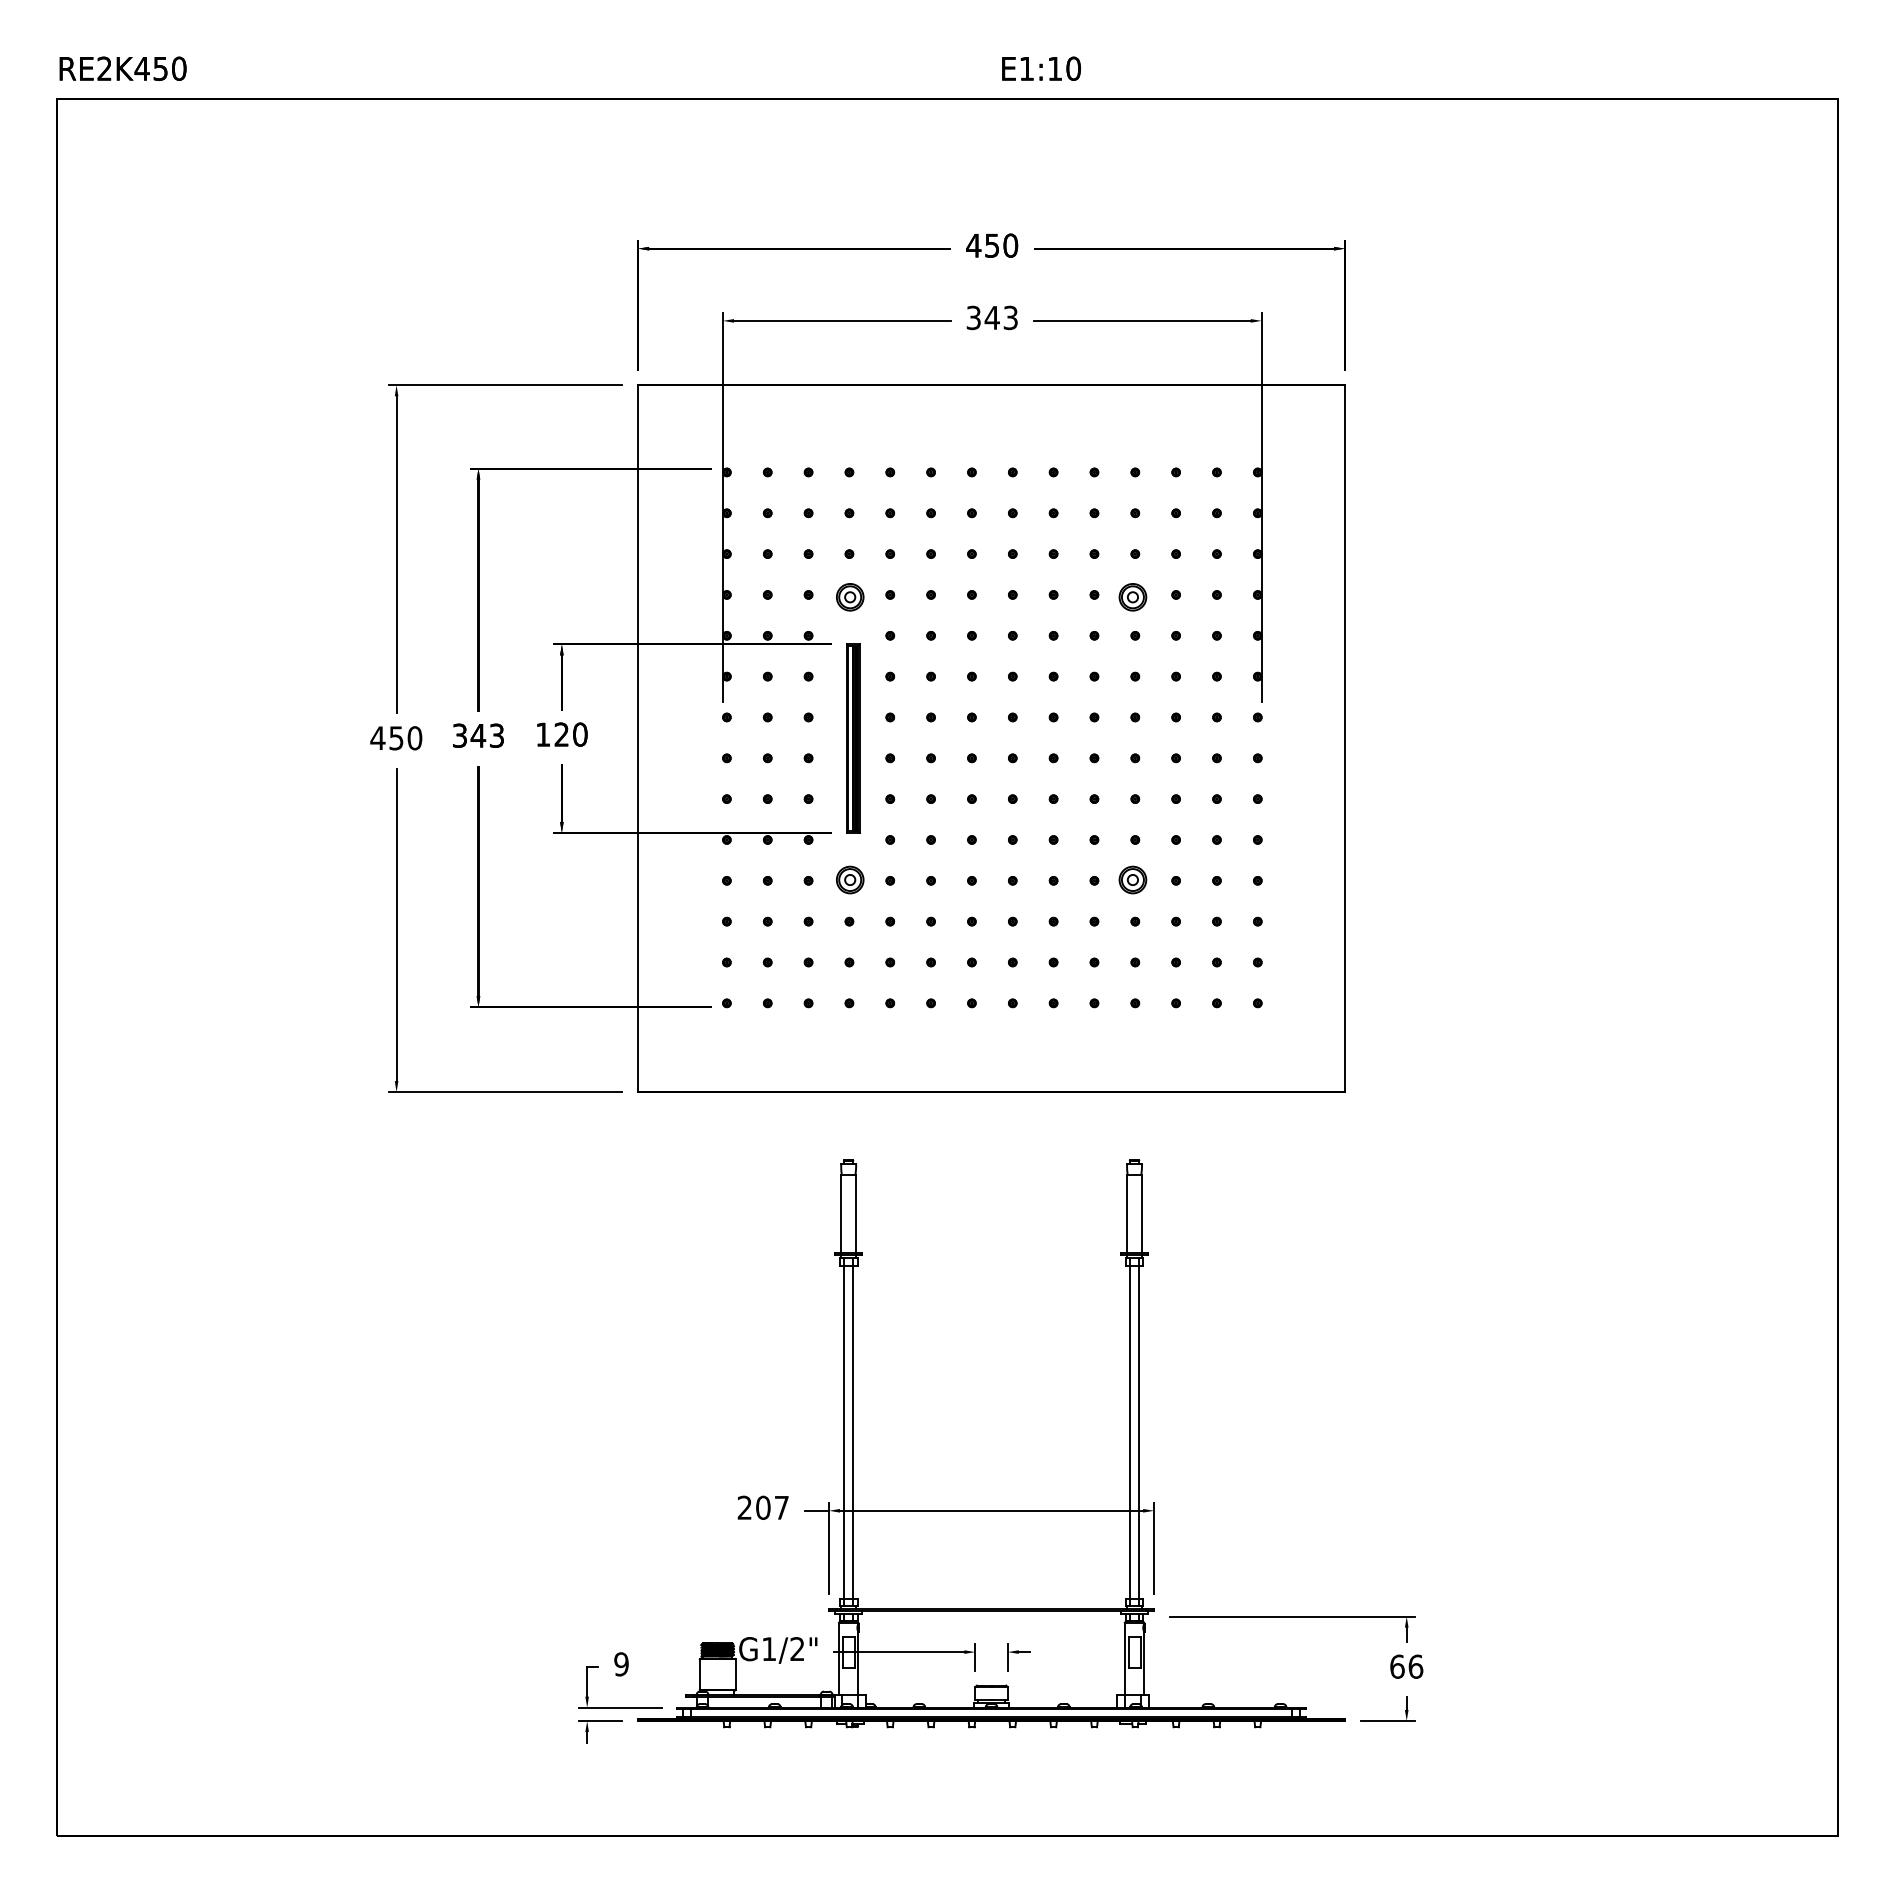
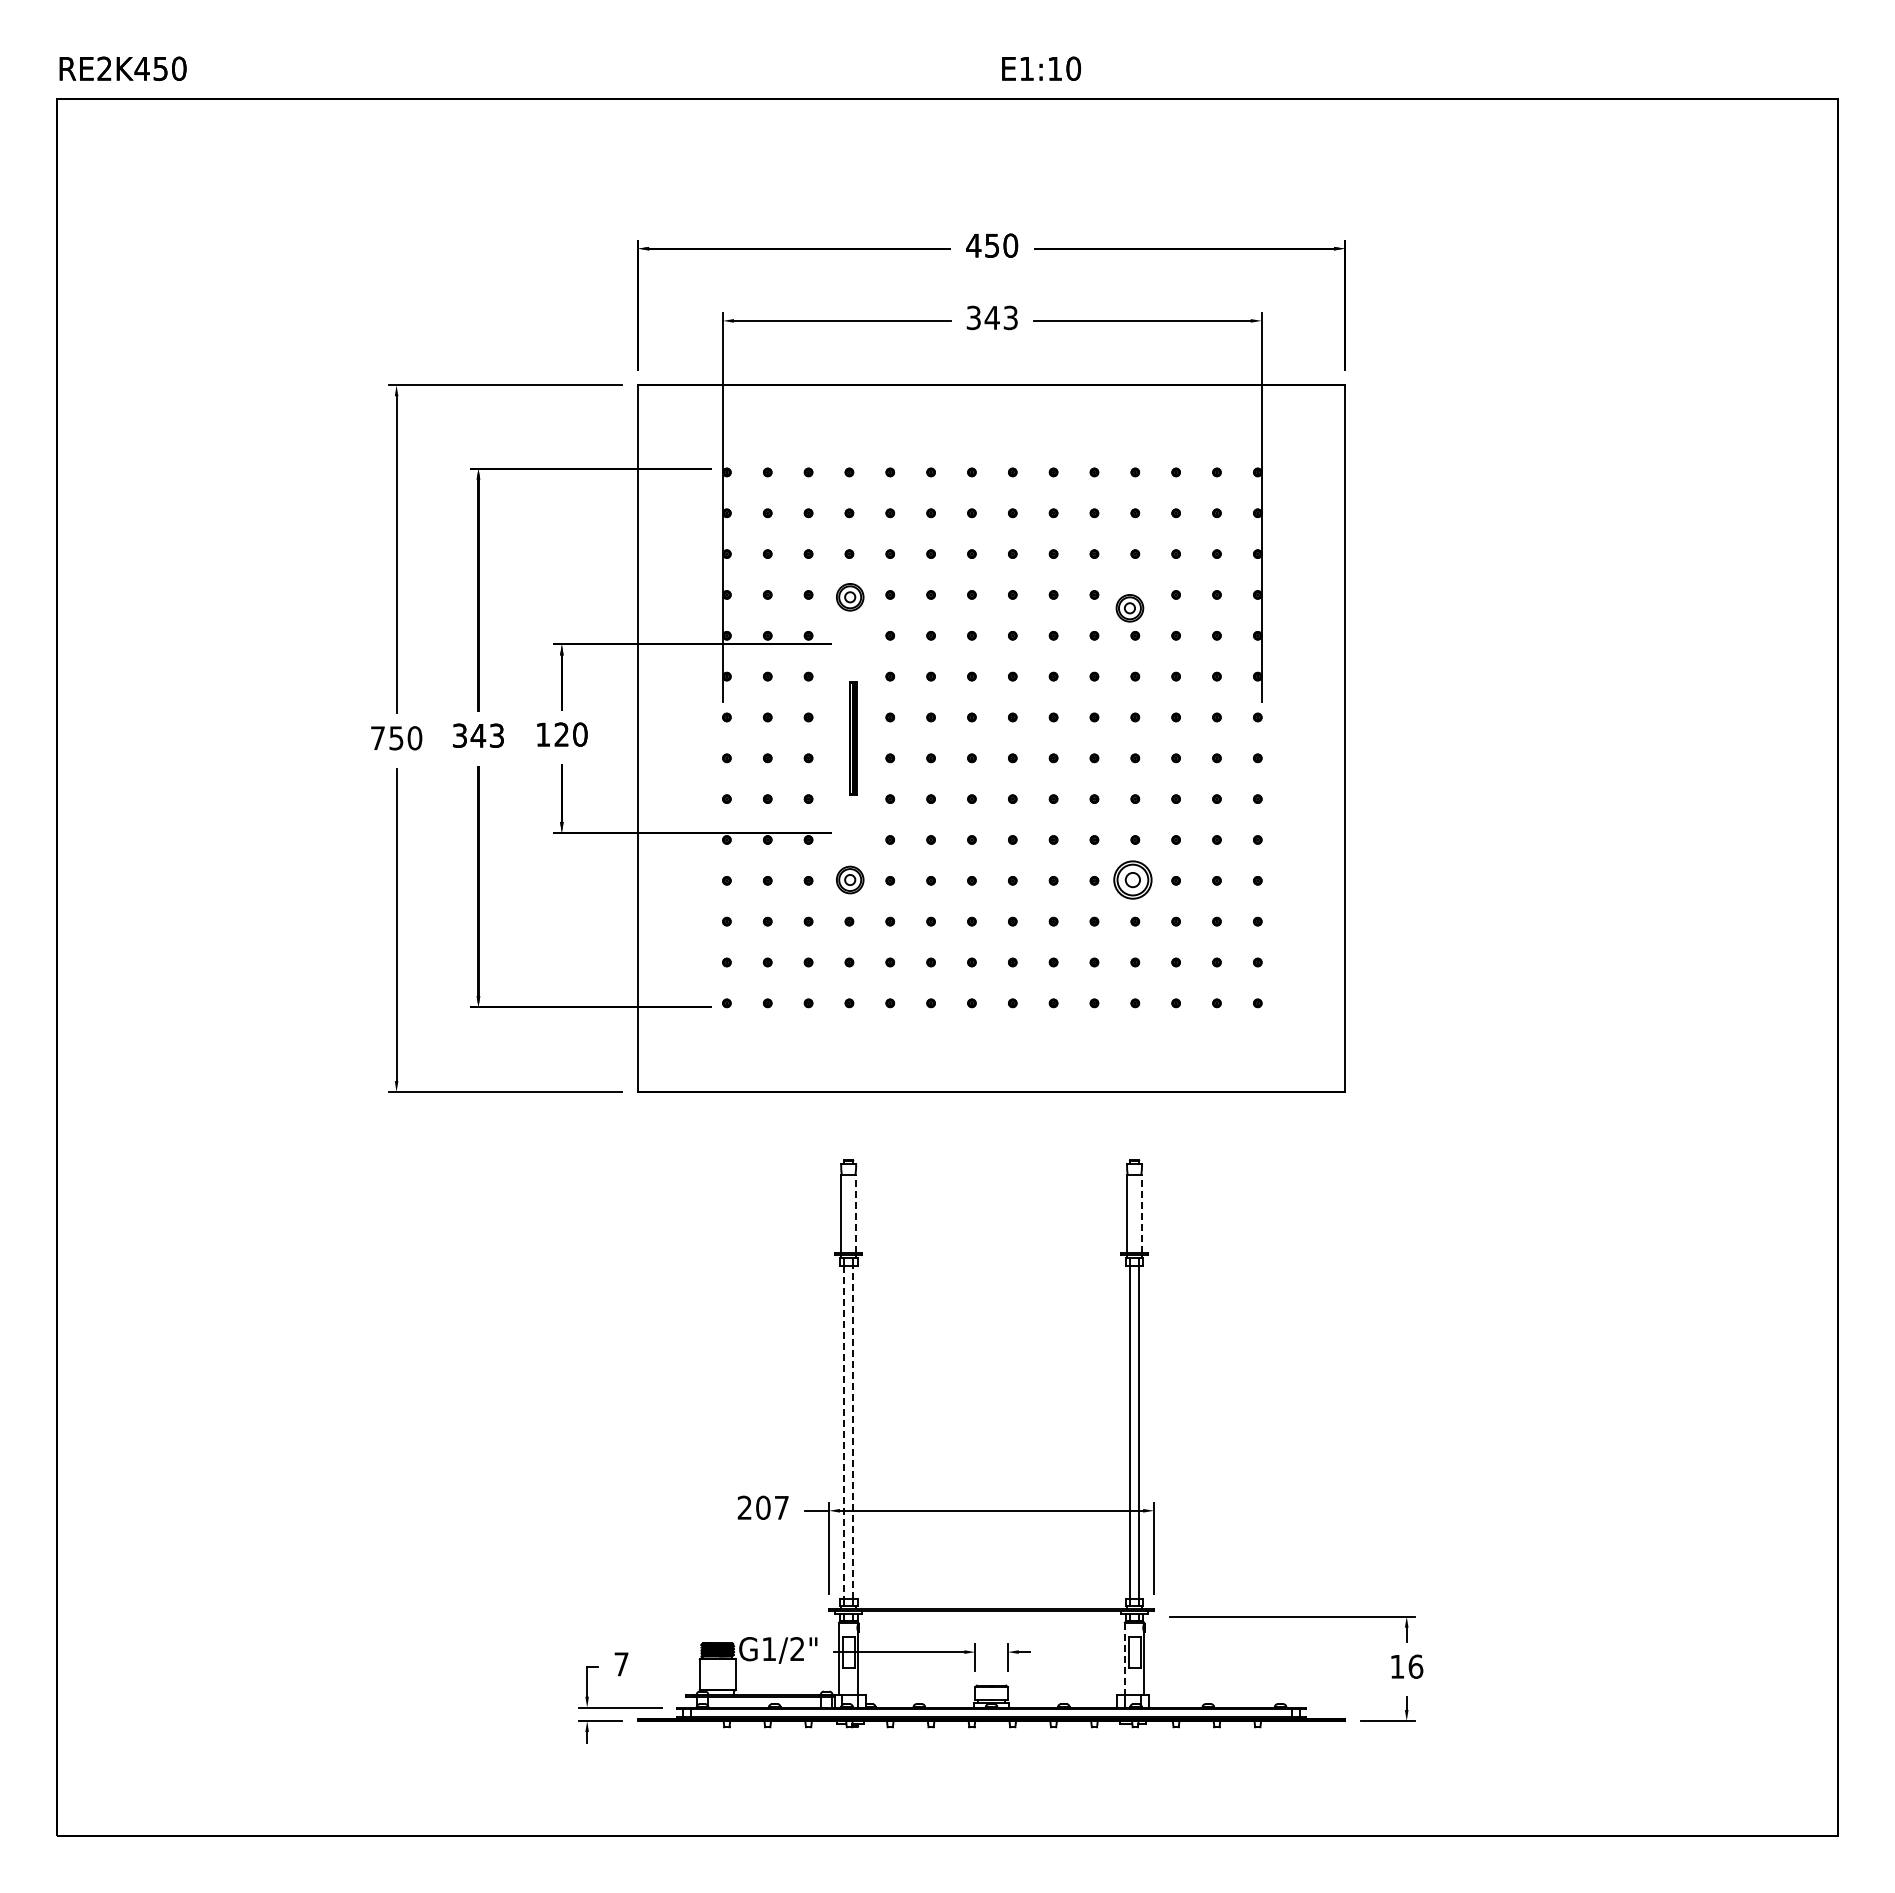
part at (1132, 597) position: (1132, 597) -> (1129, 608)
text at (377, 737): 450 -> 750
part at (853, 738) size: 15x191 px -> 9x115 px
part at (1132, 879) size: 30x30 px -> 40x40 px
line at (856, 1213): solid -> dashed
line at (1141, 1213): solid -> dashed
line at (853, 1431): solid -> dashed
line at (844, 1432): solid -> dashed
line at (1124, 1659): solid -> dashed
text at (621, 1664): 9 -> 7
text at (1397, 1666): 66 -> 16
